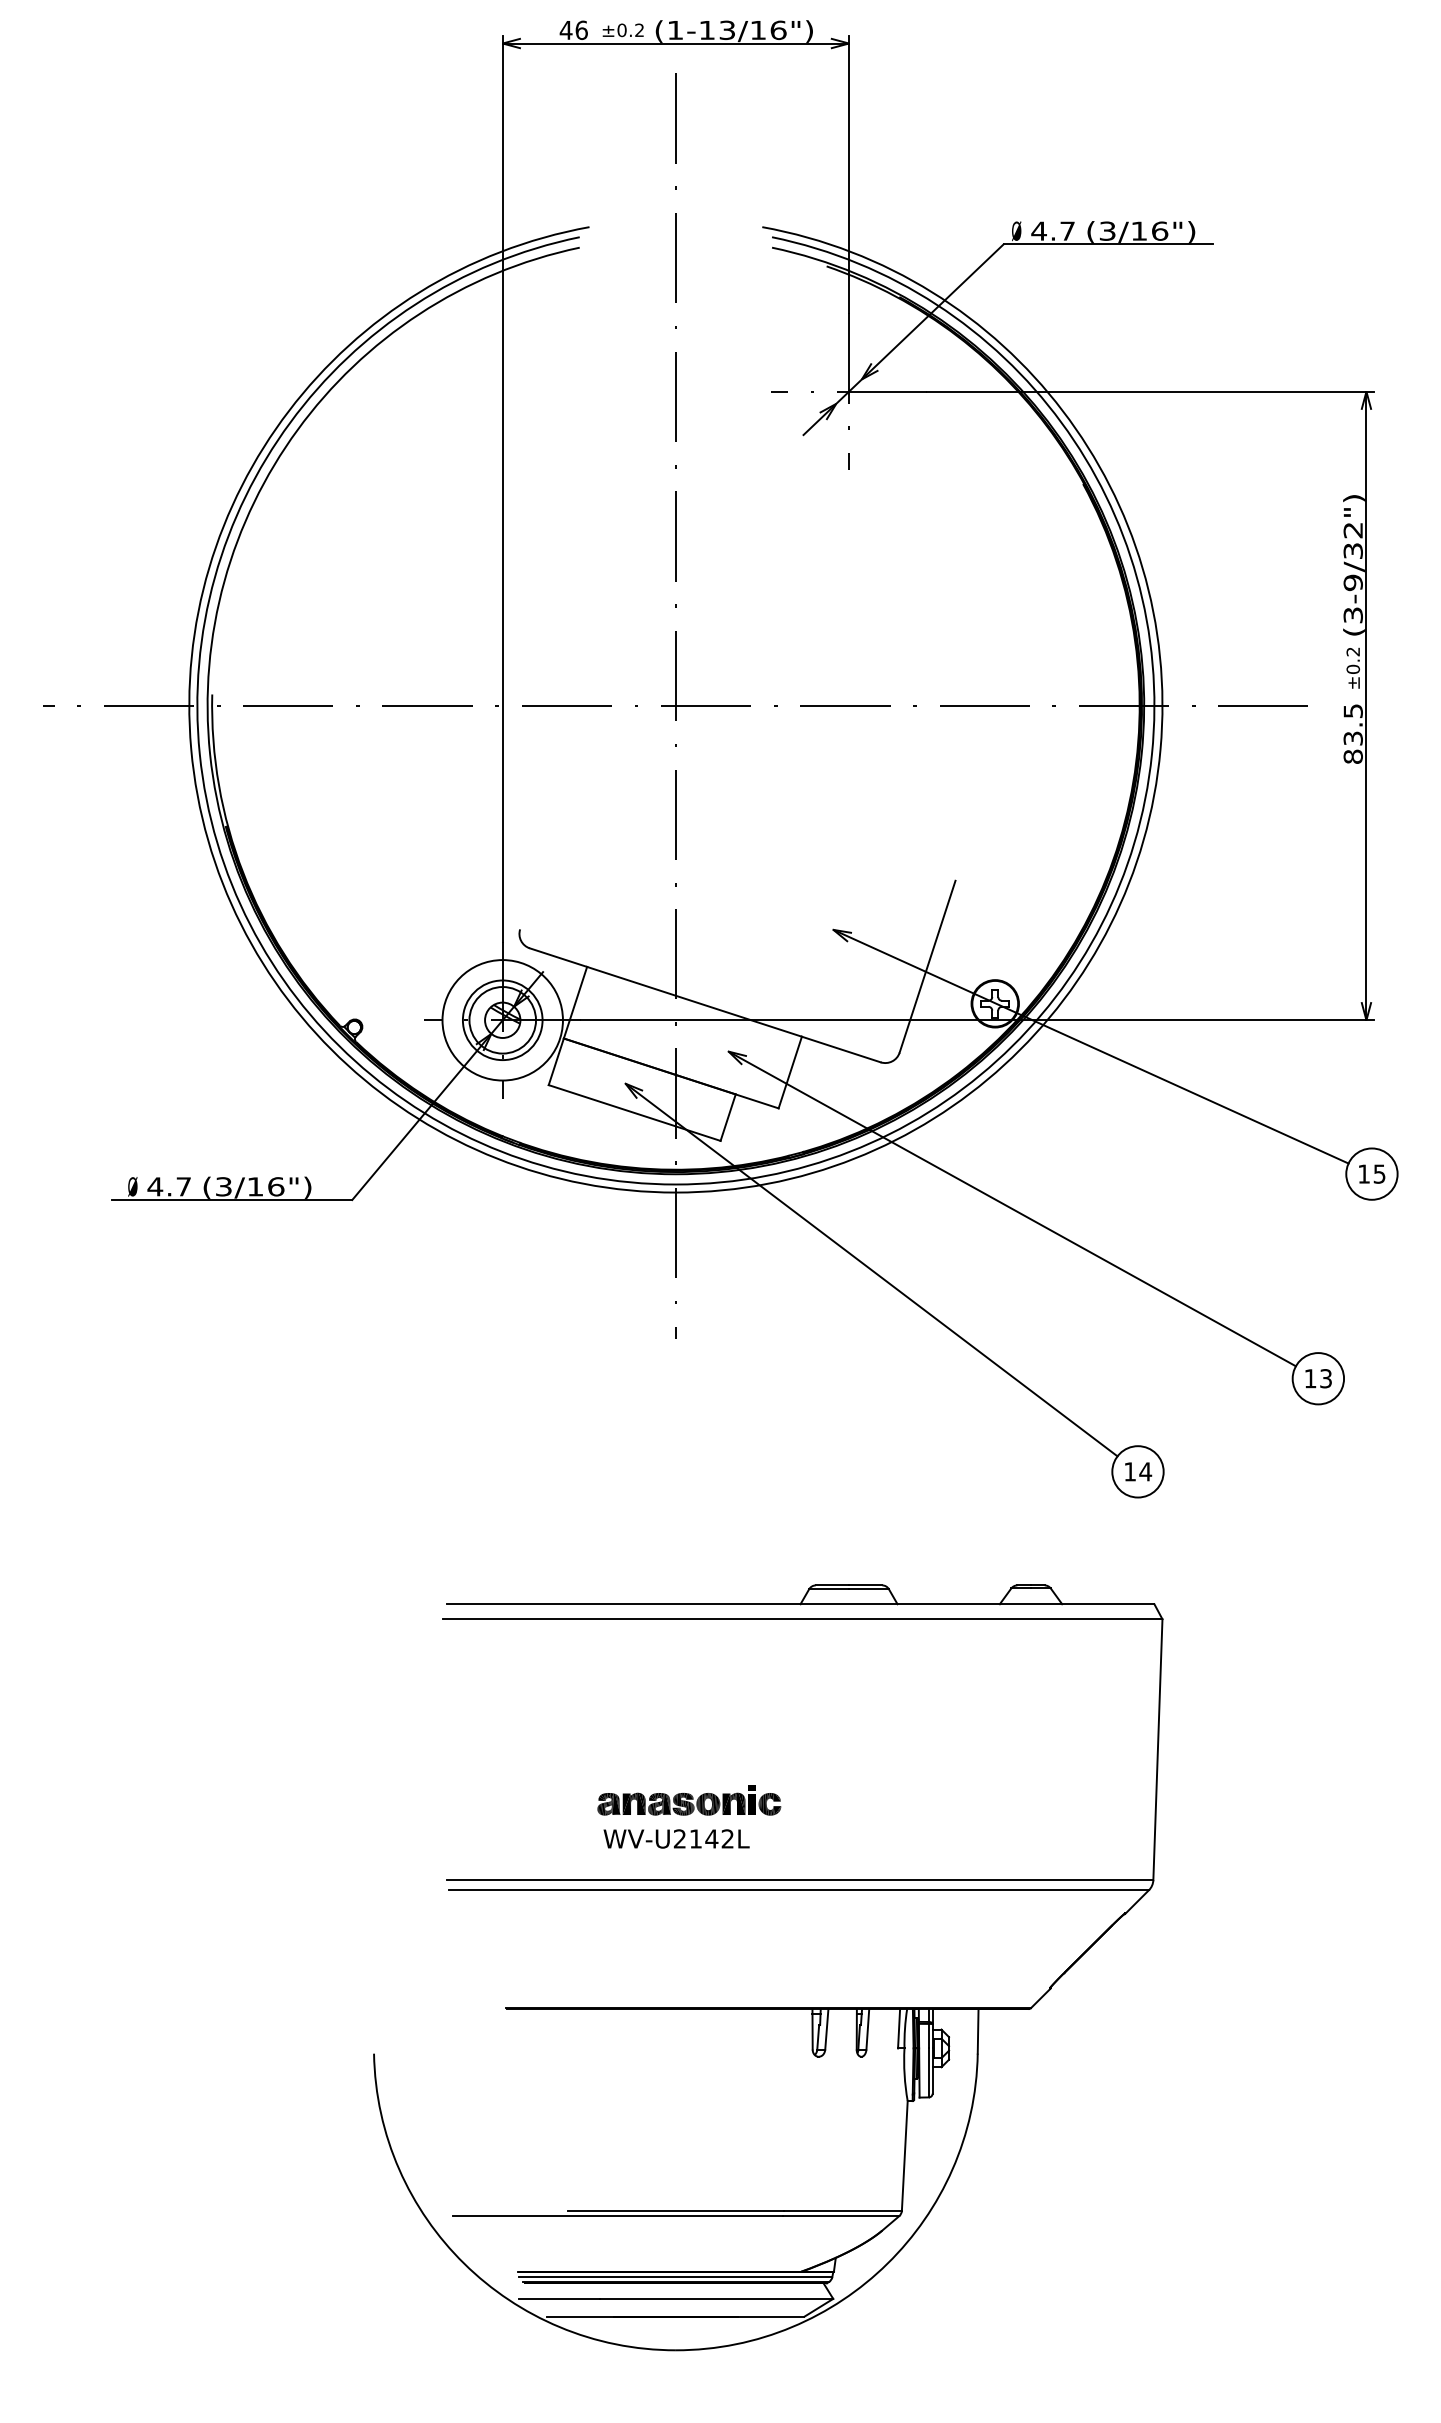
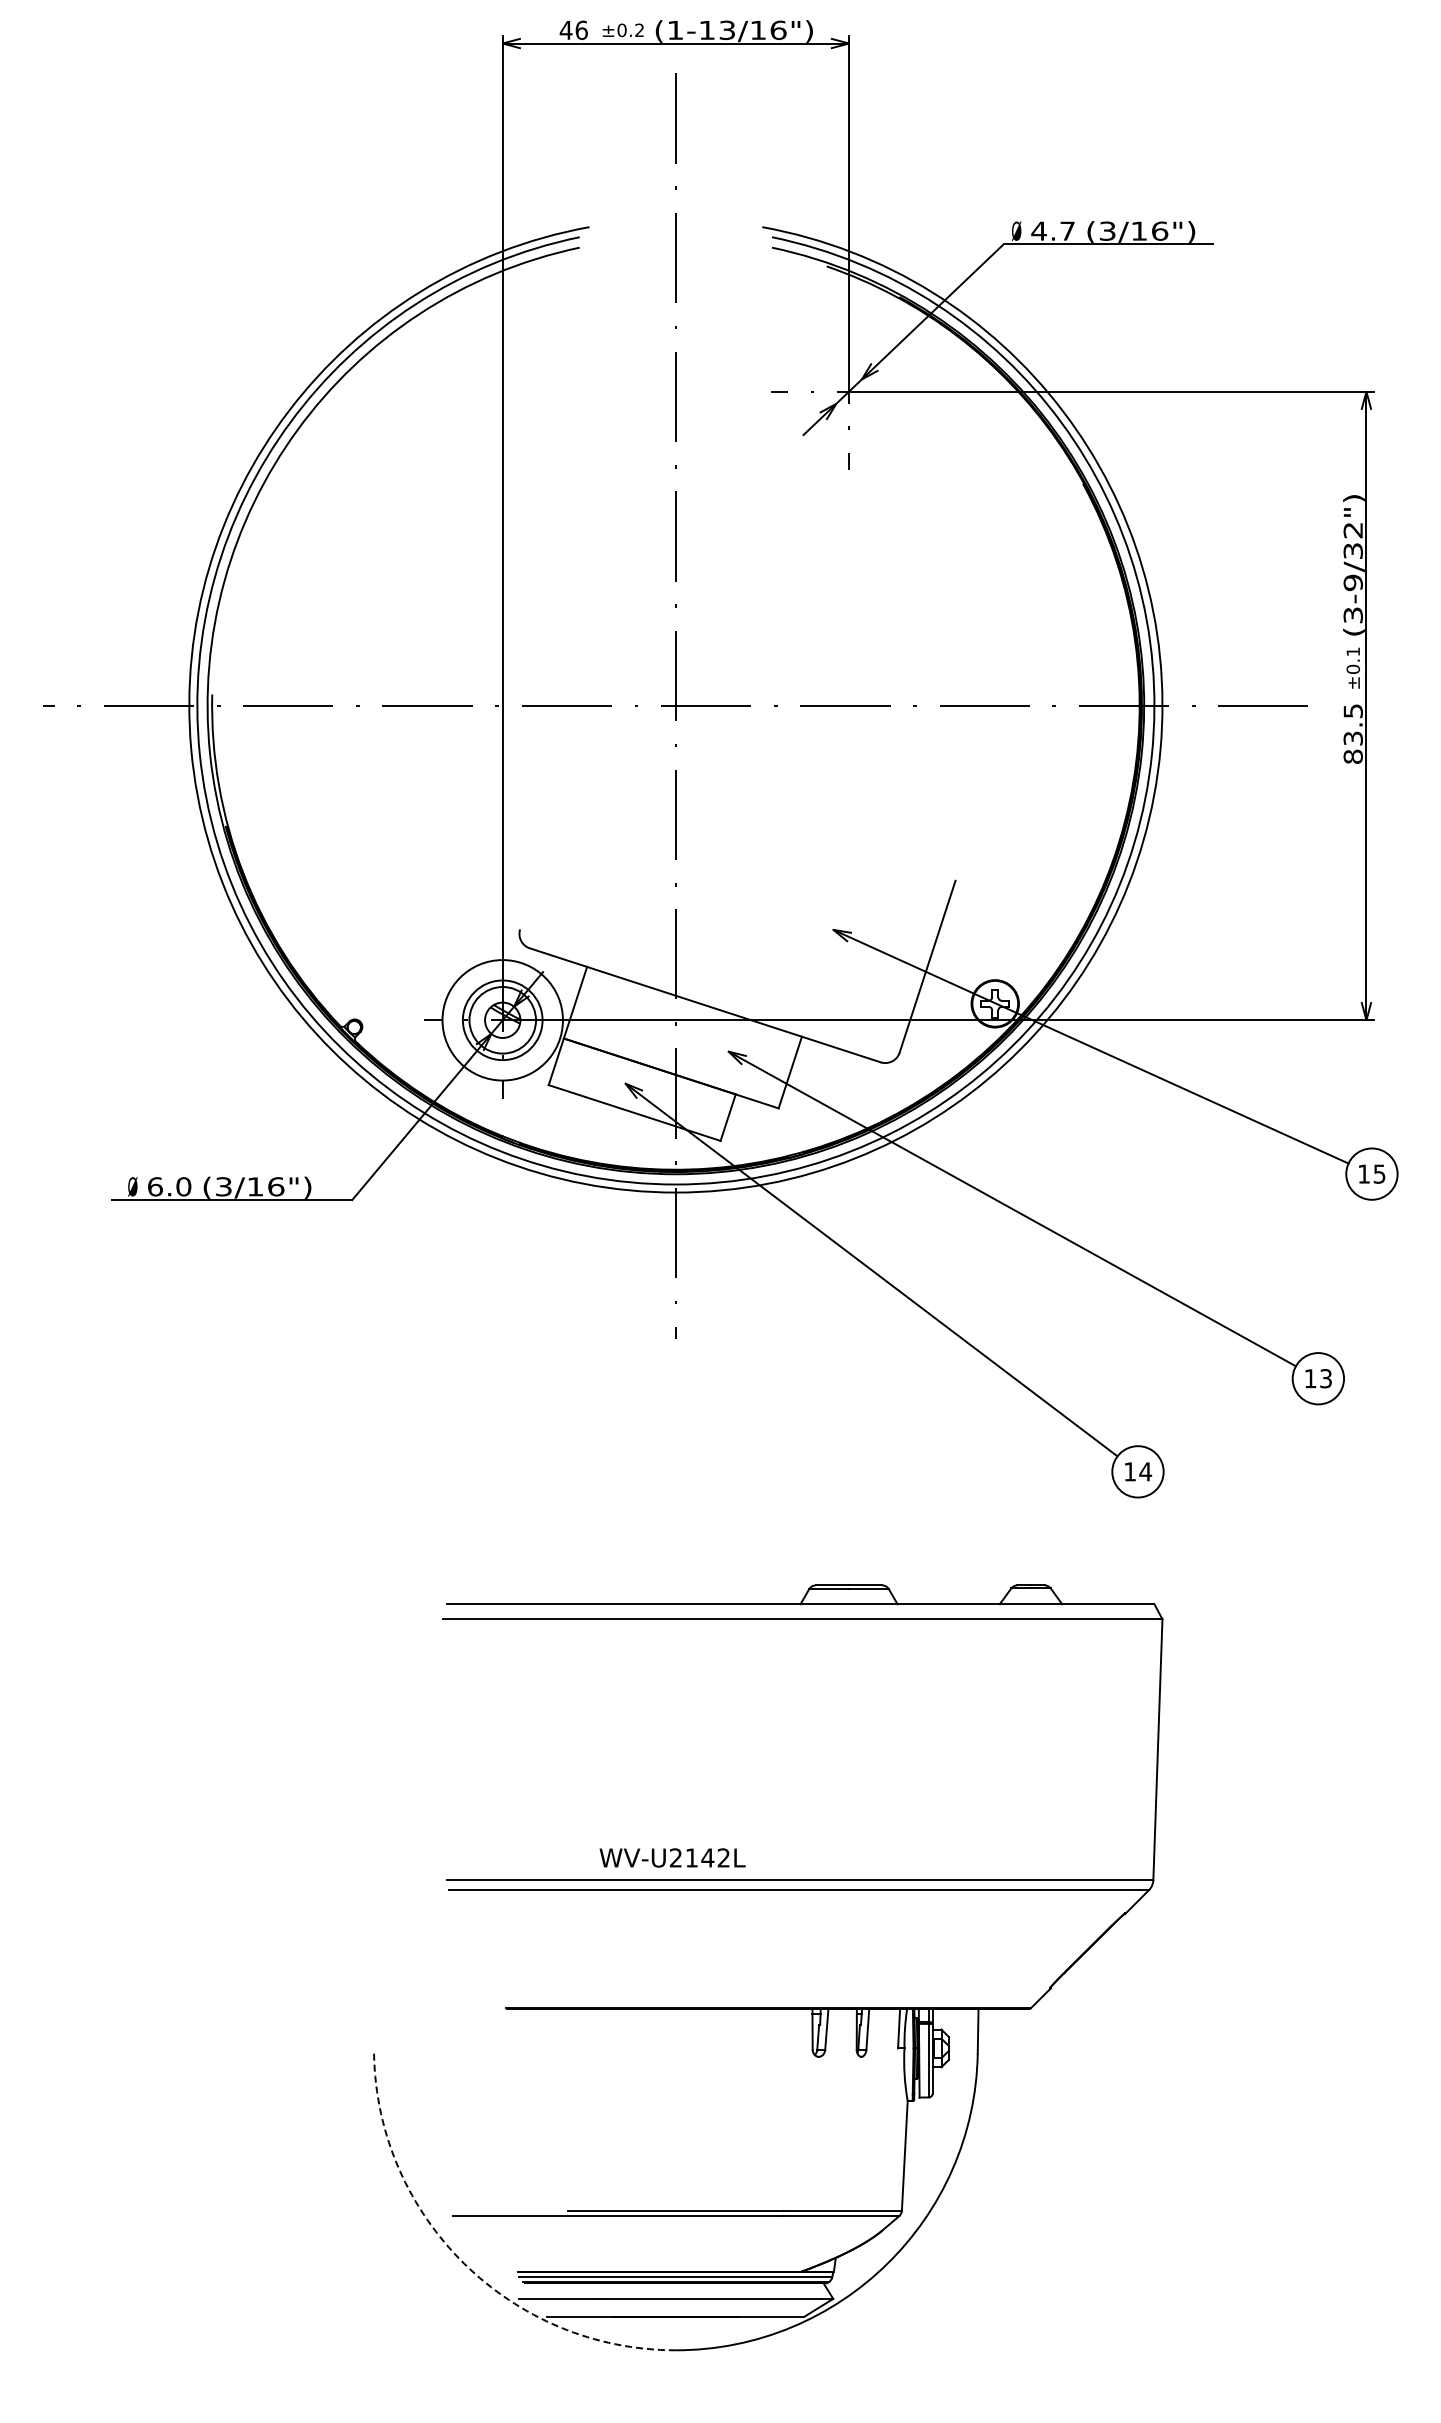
text at (1352, 651): ±0.2 -> ±0.1
text at (169, 1186): 4.7 -> 6.0
part at (689, 1800): present -> none
text at (676, 1838) position: (676, 1838) -> (672, 1857)
arc at (464, 2263): solid -> dashed
